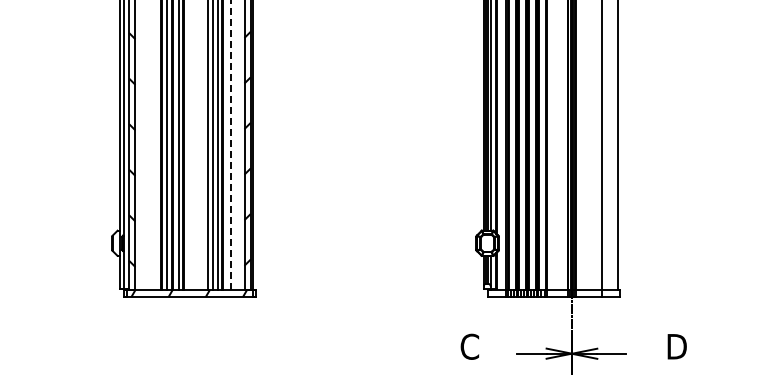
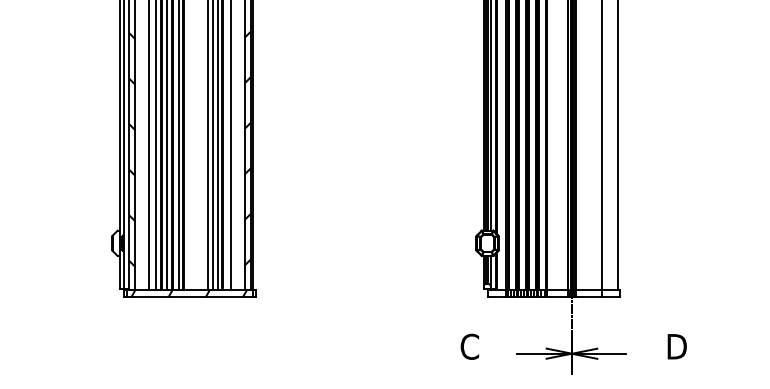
line at (231, 144): dashed -> solid
line at (148, 145): none -> present
line at (155, 145): none -> present
